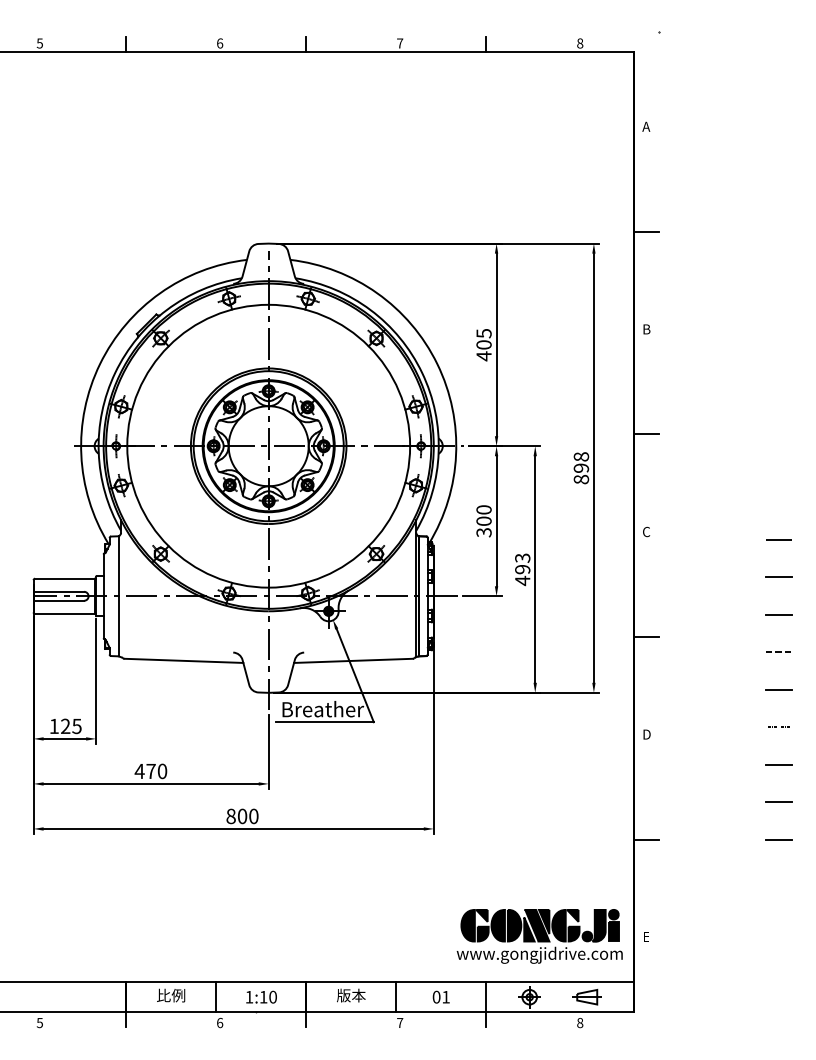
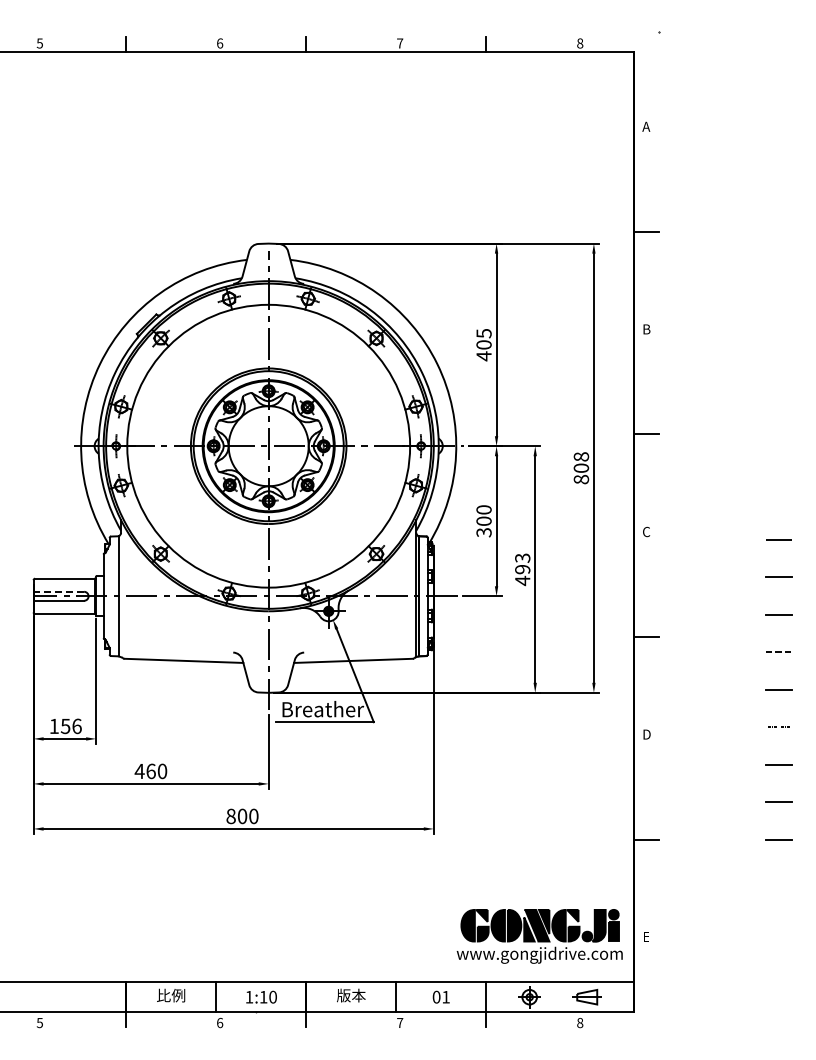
text at (581, 467): 898 -> 808
line at (58, 591): solid -> dashed
text at (70, 726): 125 -> 156
text at (150, 771): 470 -> 460
